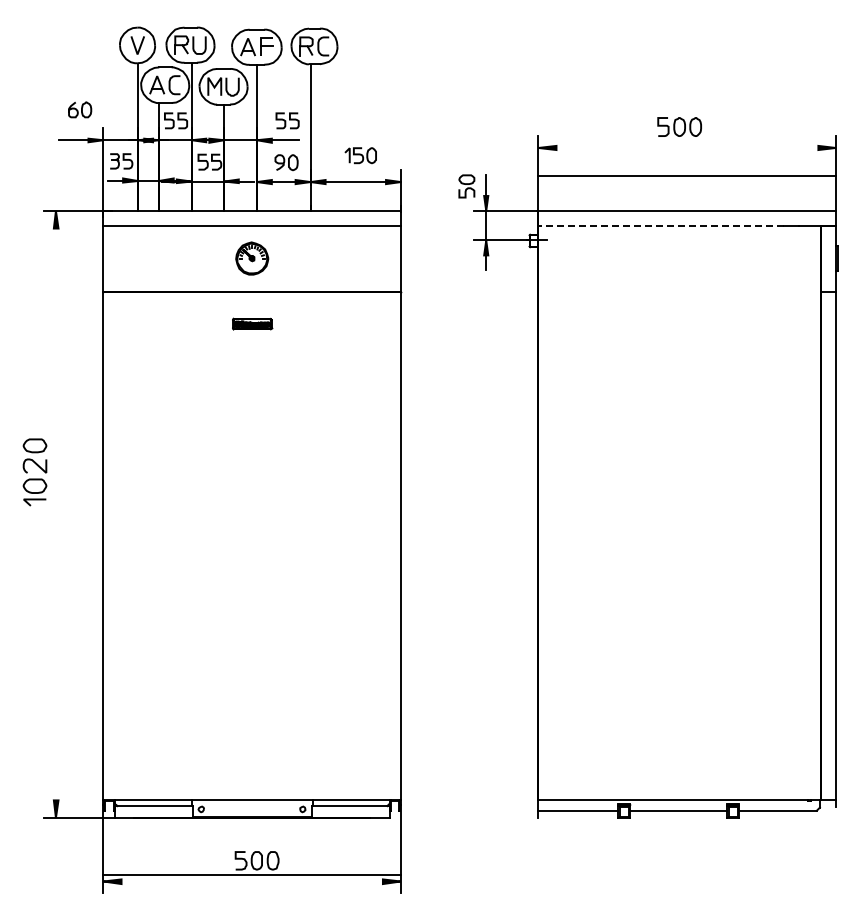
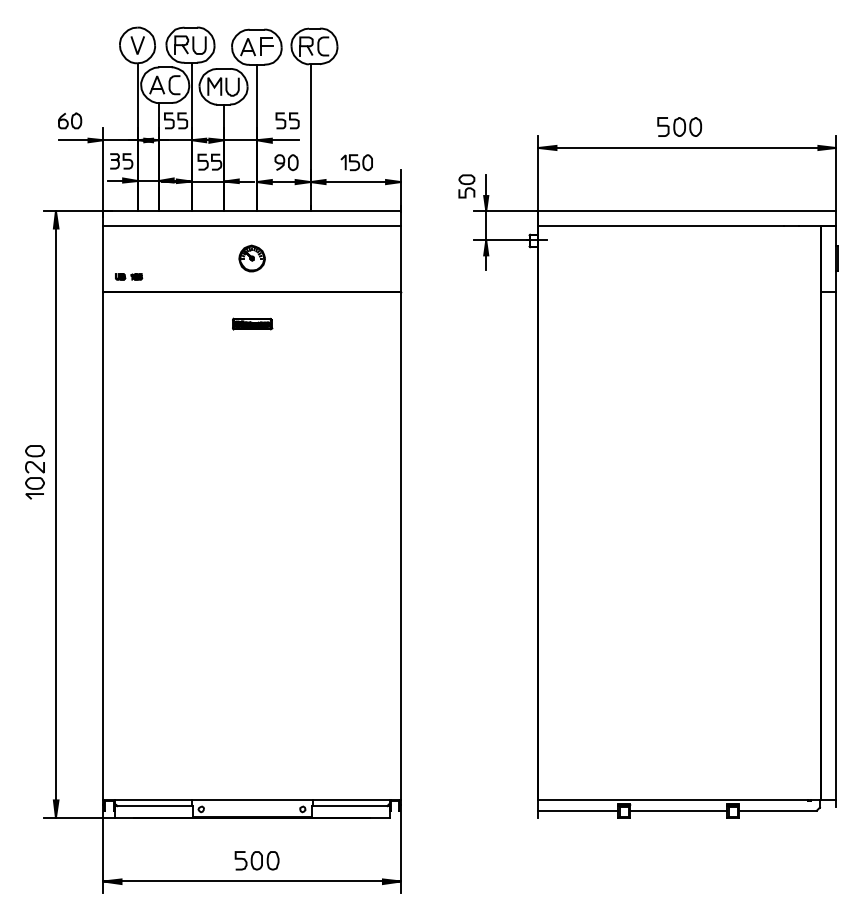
part at (80, 109) position: (80, 109) -> (70, 120)
part at (360, 155) position: (360, 155) -> (356, 162)
line at (686, 175) position: (686, 175) -> (686, 147)
line at (661, 225): dashed -> solid
part at (252, 258) size: 35x35 px -> 28x29 px
part at (129, 276): none -> present
part at (34, 472) size: 26x69 px -> 20x55 px
line at (55, 514): none -> present
line at (252, 875) position: (252, 875) -> (252, 881)
